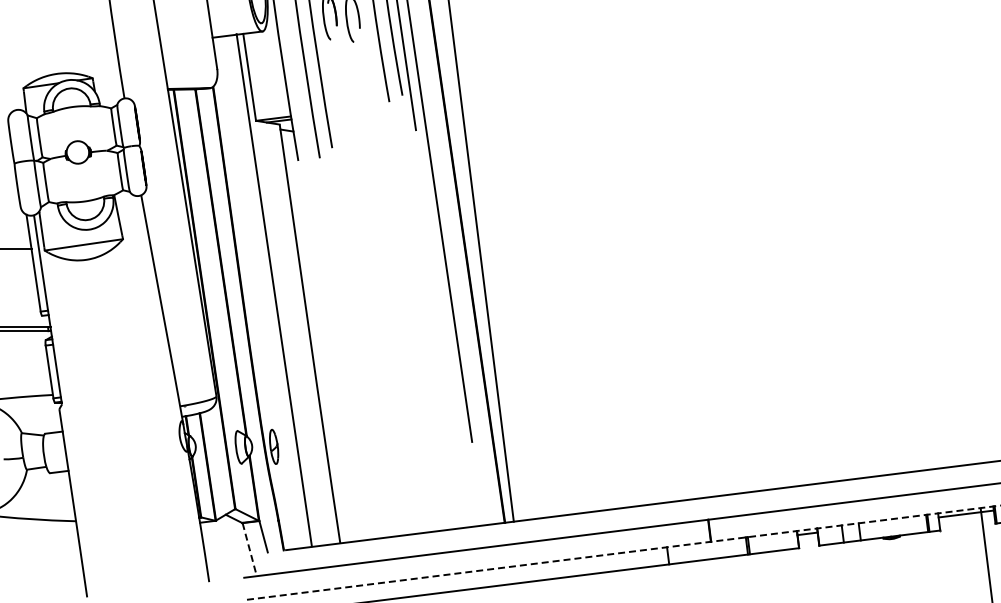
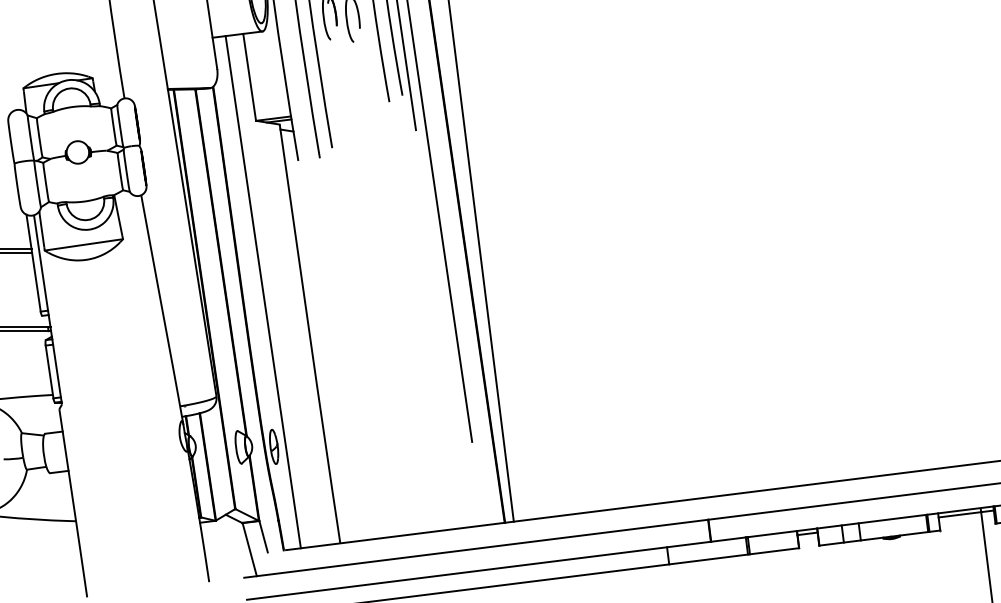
line at (17, 253): none -> present
line at (273, 290) position: (273, 290) -> (262, 292)
line at (249, 550): dashed -> solid
line at (623, 552): dashed -> solid
